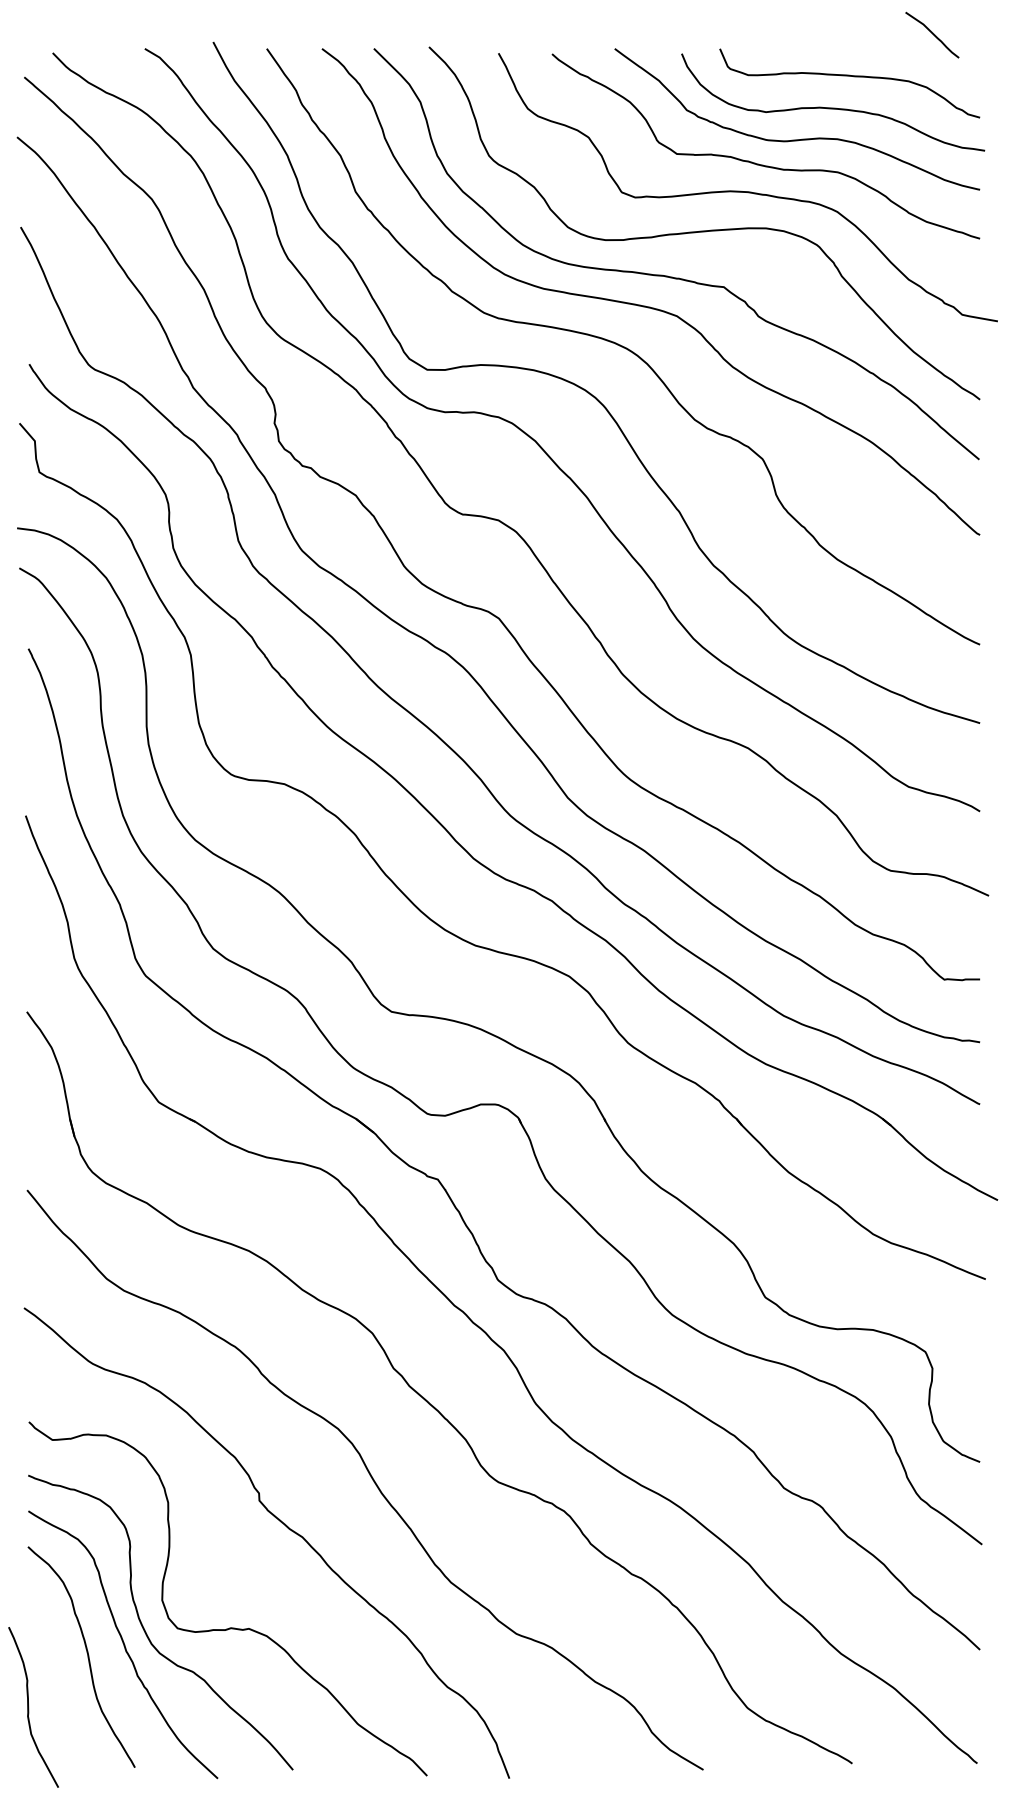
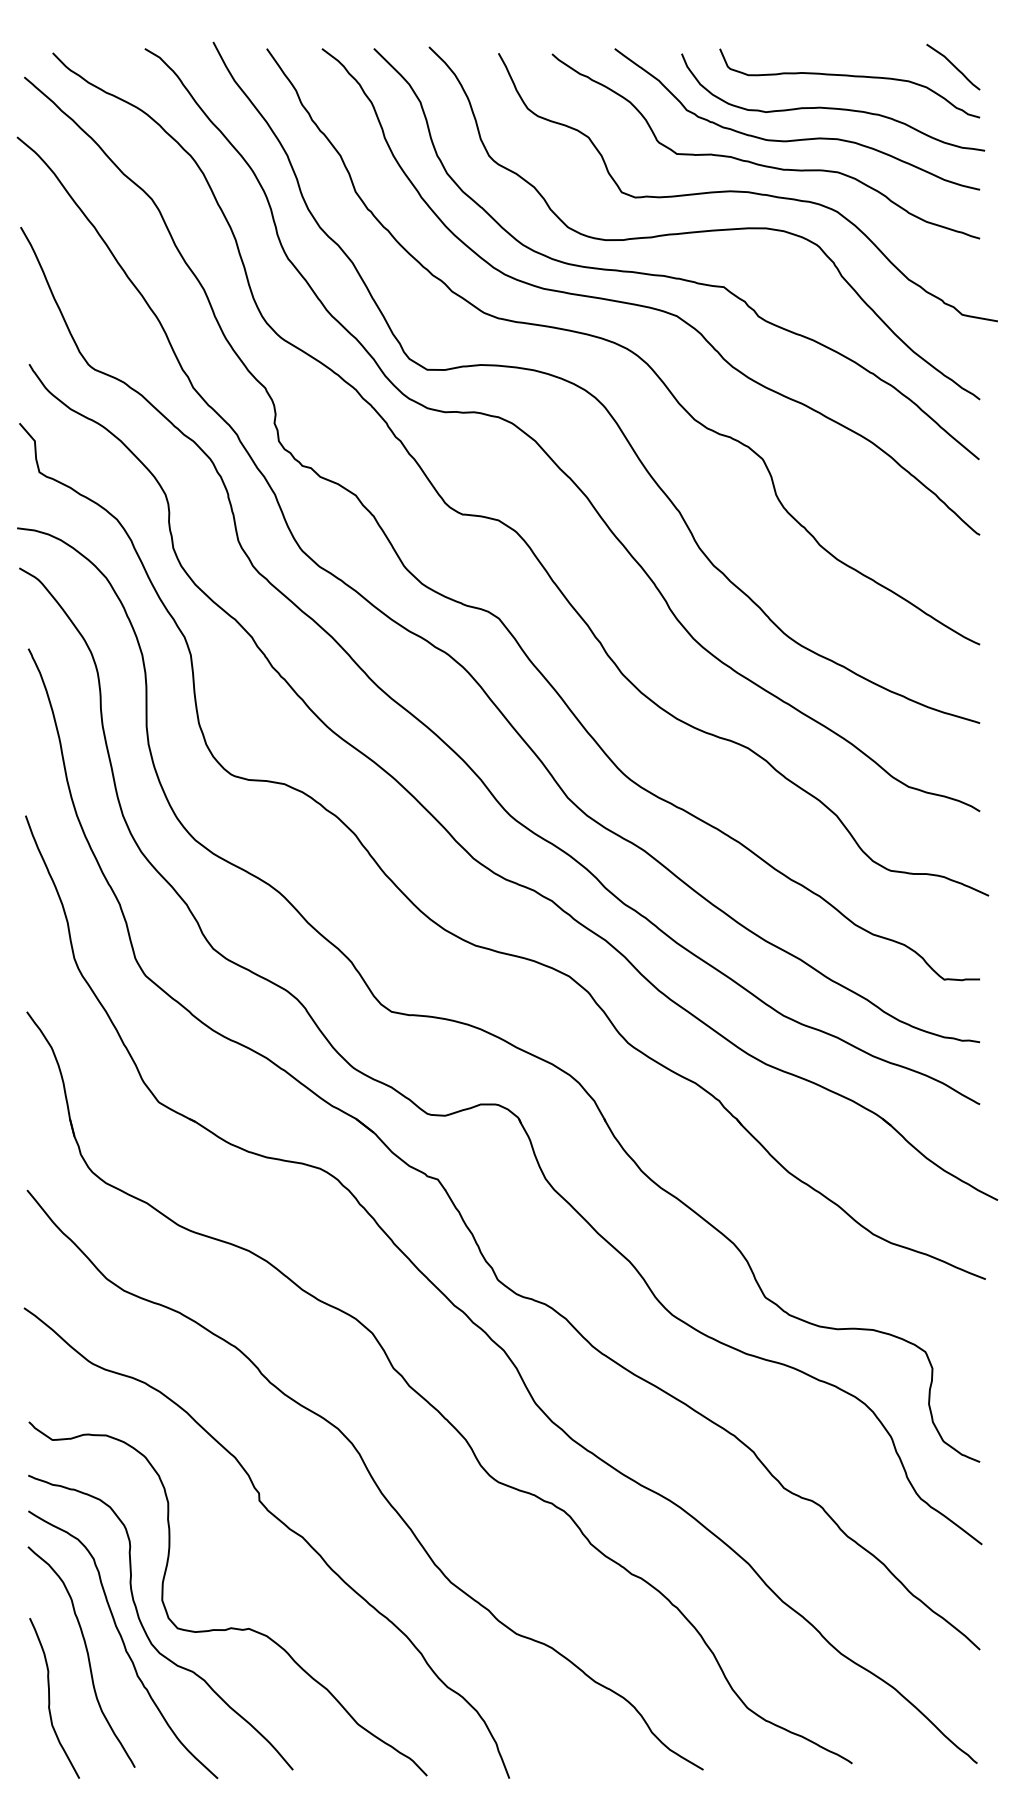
curve at (932, 34) position: (932, 34) -> (953, 66)
curve at (29, 1707) position: (29, 1707) -> (50, 1698)
